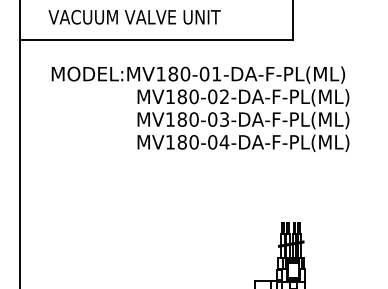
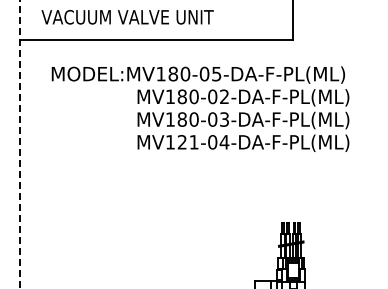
text at (134, 17) position: (134, 17) -> (127, 17)
text at (216, 74): MODEL:MV180-01-DA-F-PL(ML) -> MODEL:MV180-05-DA-F-PL(ML)
text at (187, 142): MV180-04-DA-F-PL(ML) -> MV121-04-DA-F-PL(ML)
line at (20, 144): solid -> dashed
